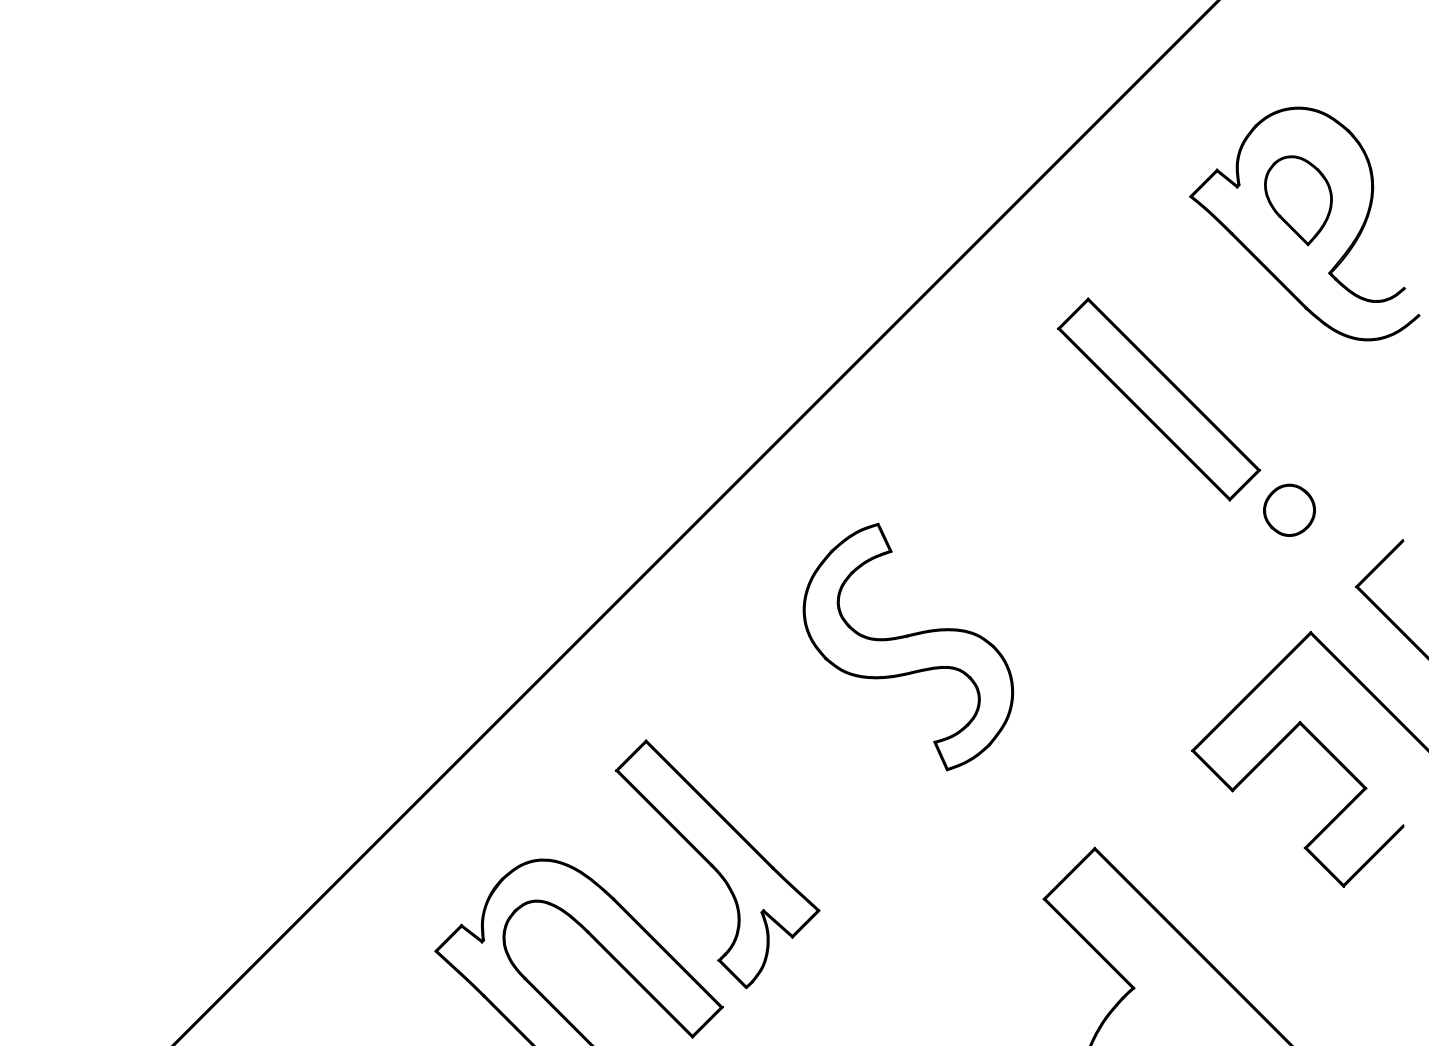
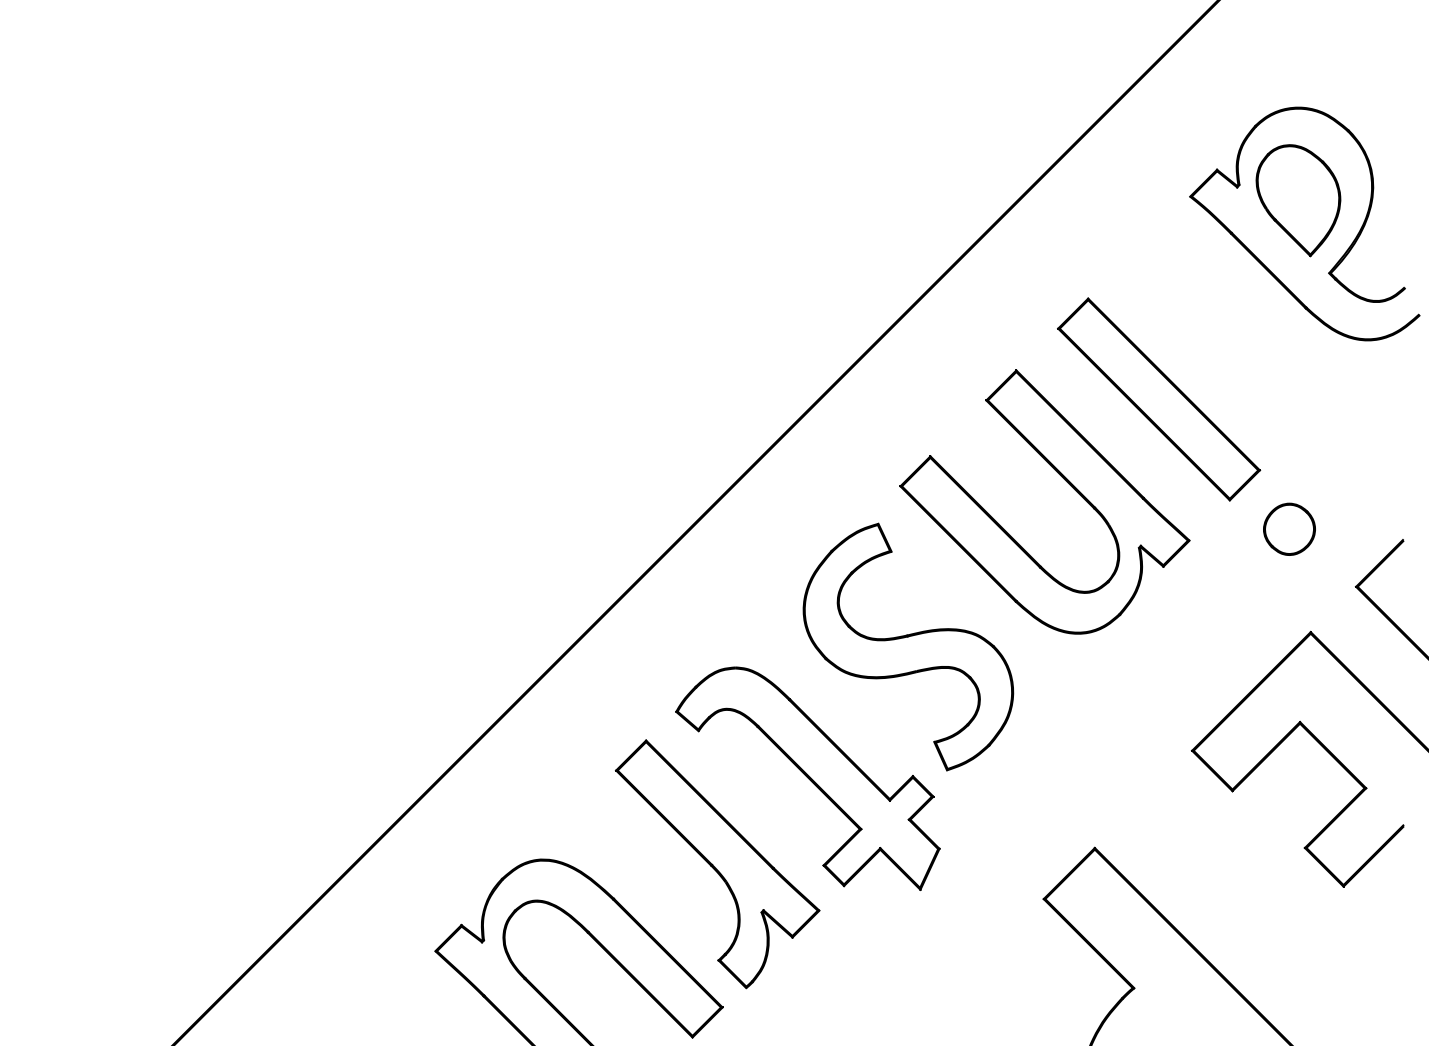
part at (1298, 200) size: 69x92 px -> 87x114 px
part at (1064, 480): none -> present
part at (1289, 509) position: (1289, 509) -> (1289, 528)
part at (807, 778): none -> present
